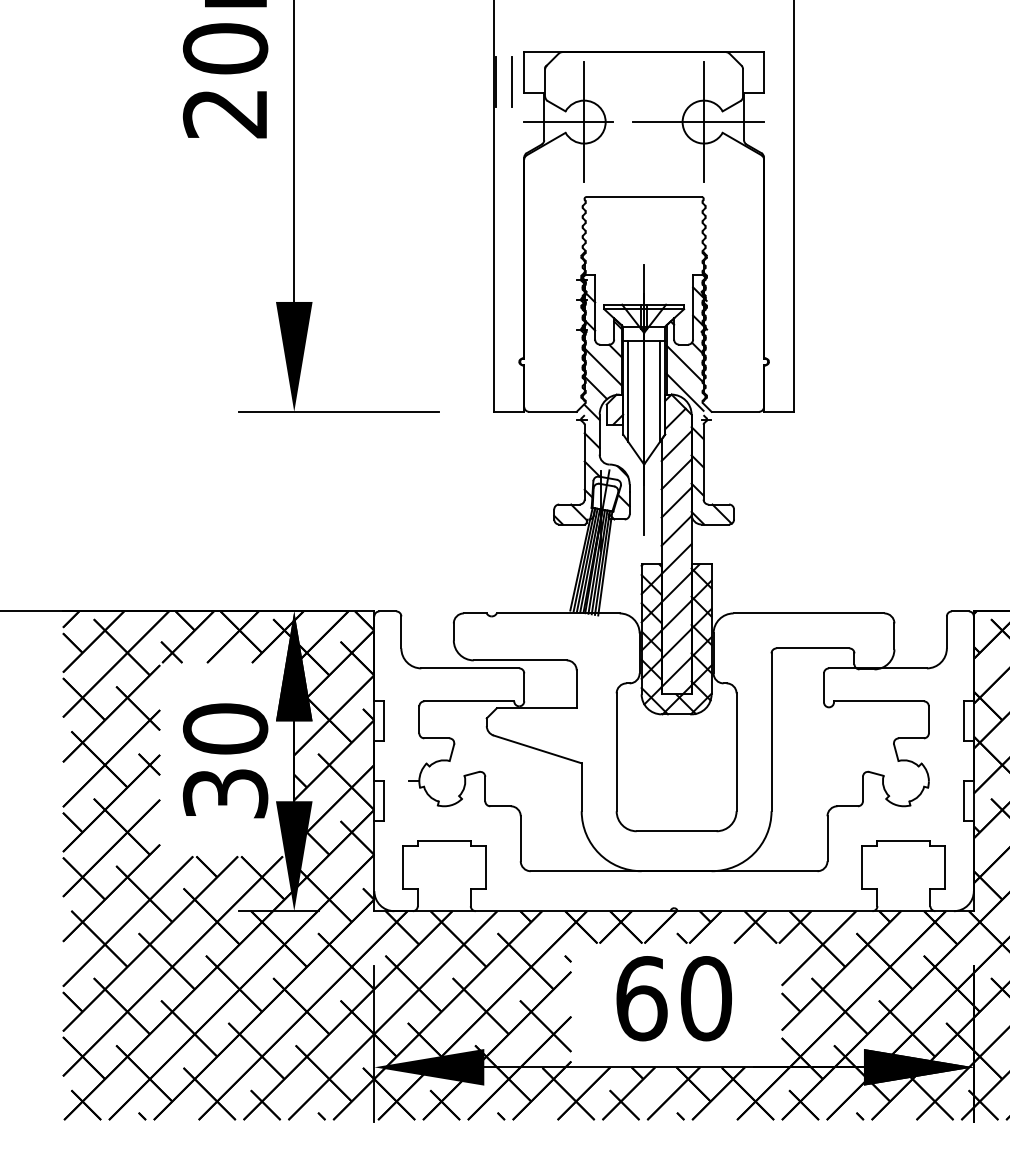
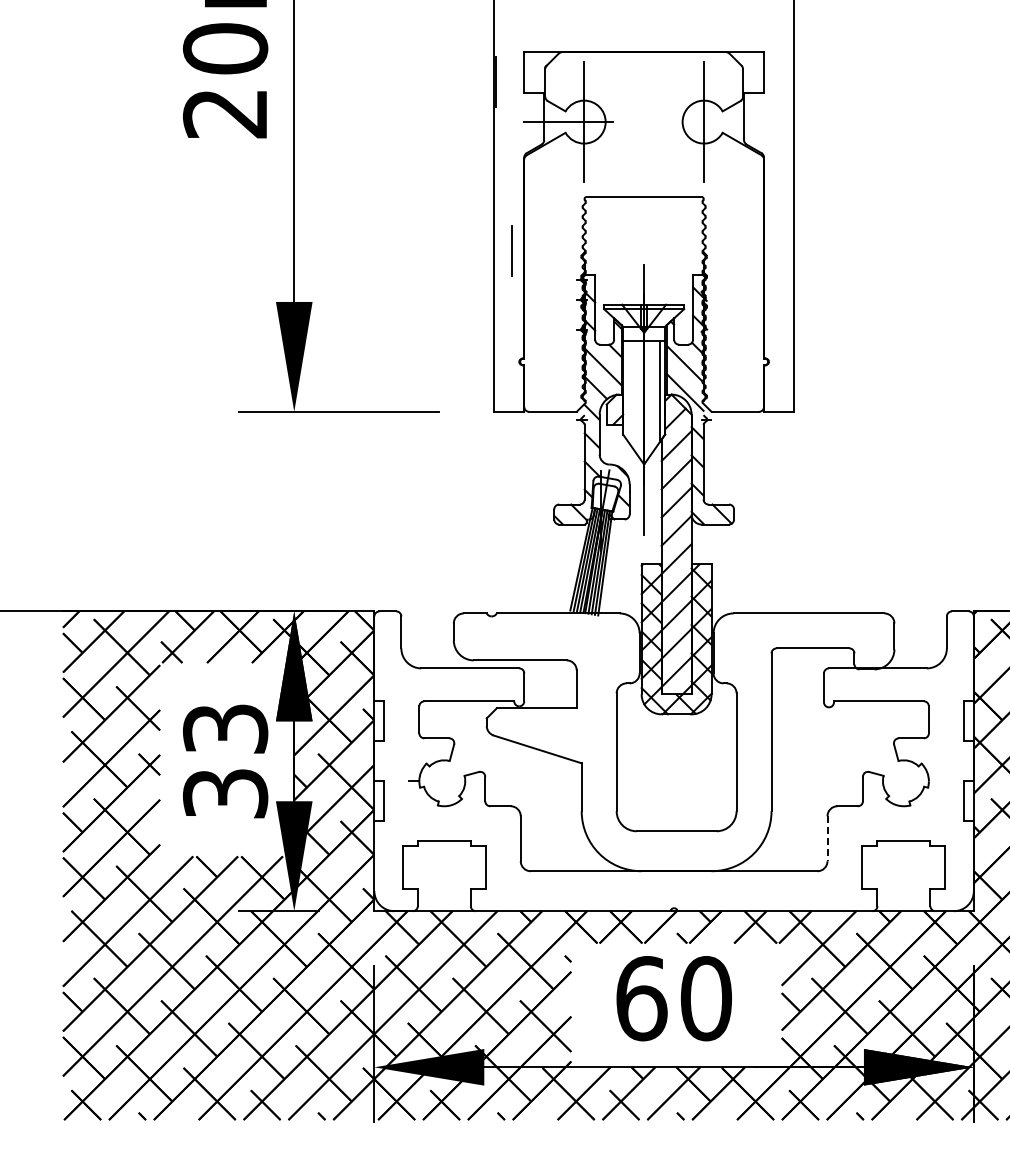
line at (511, 81) position: (511, 81) -> (511, 250)
line at (698, 122): present -> none
line at (628, 391): present -> none
text at (225, 728): 30 -> 33
line at (827, 839): solid -> dashed
